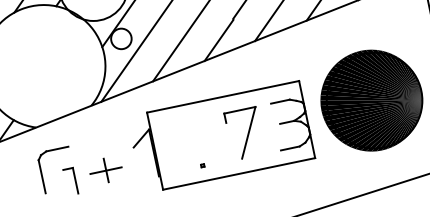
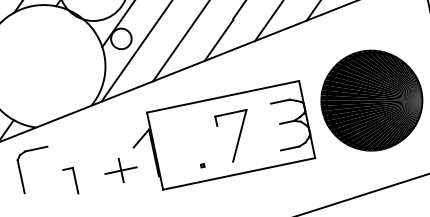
part at (247, 133) position: (247, 133) -> (238, 136)
part at (105, 170) position: (105, 170) -> (120, 170)
part at (42, 172) position: (42, 172) -> (21, 172)
